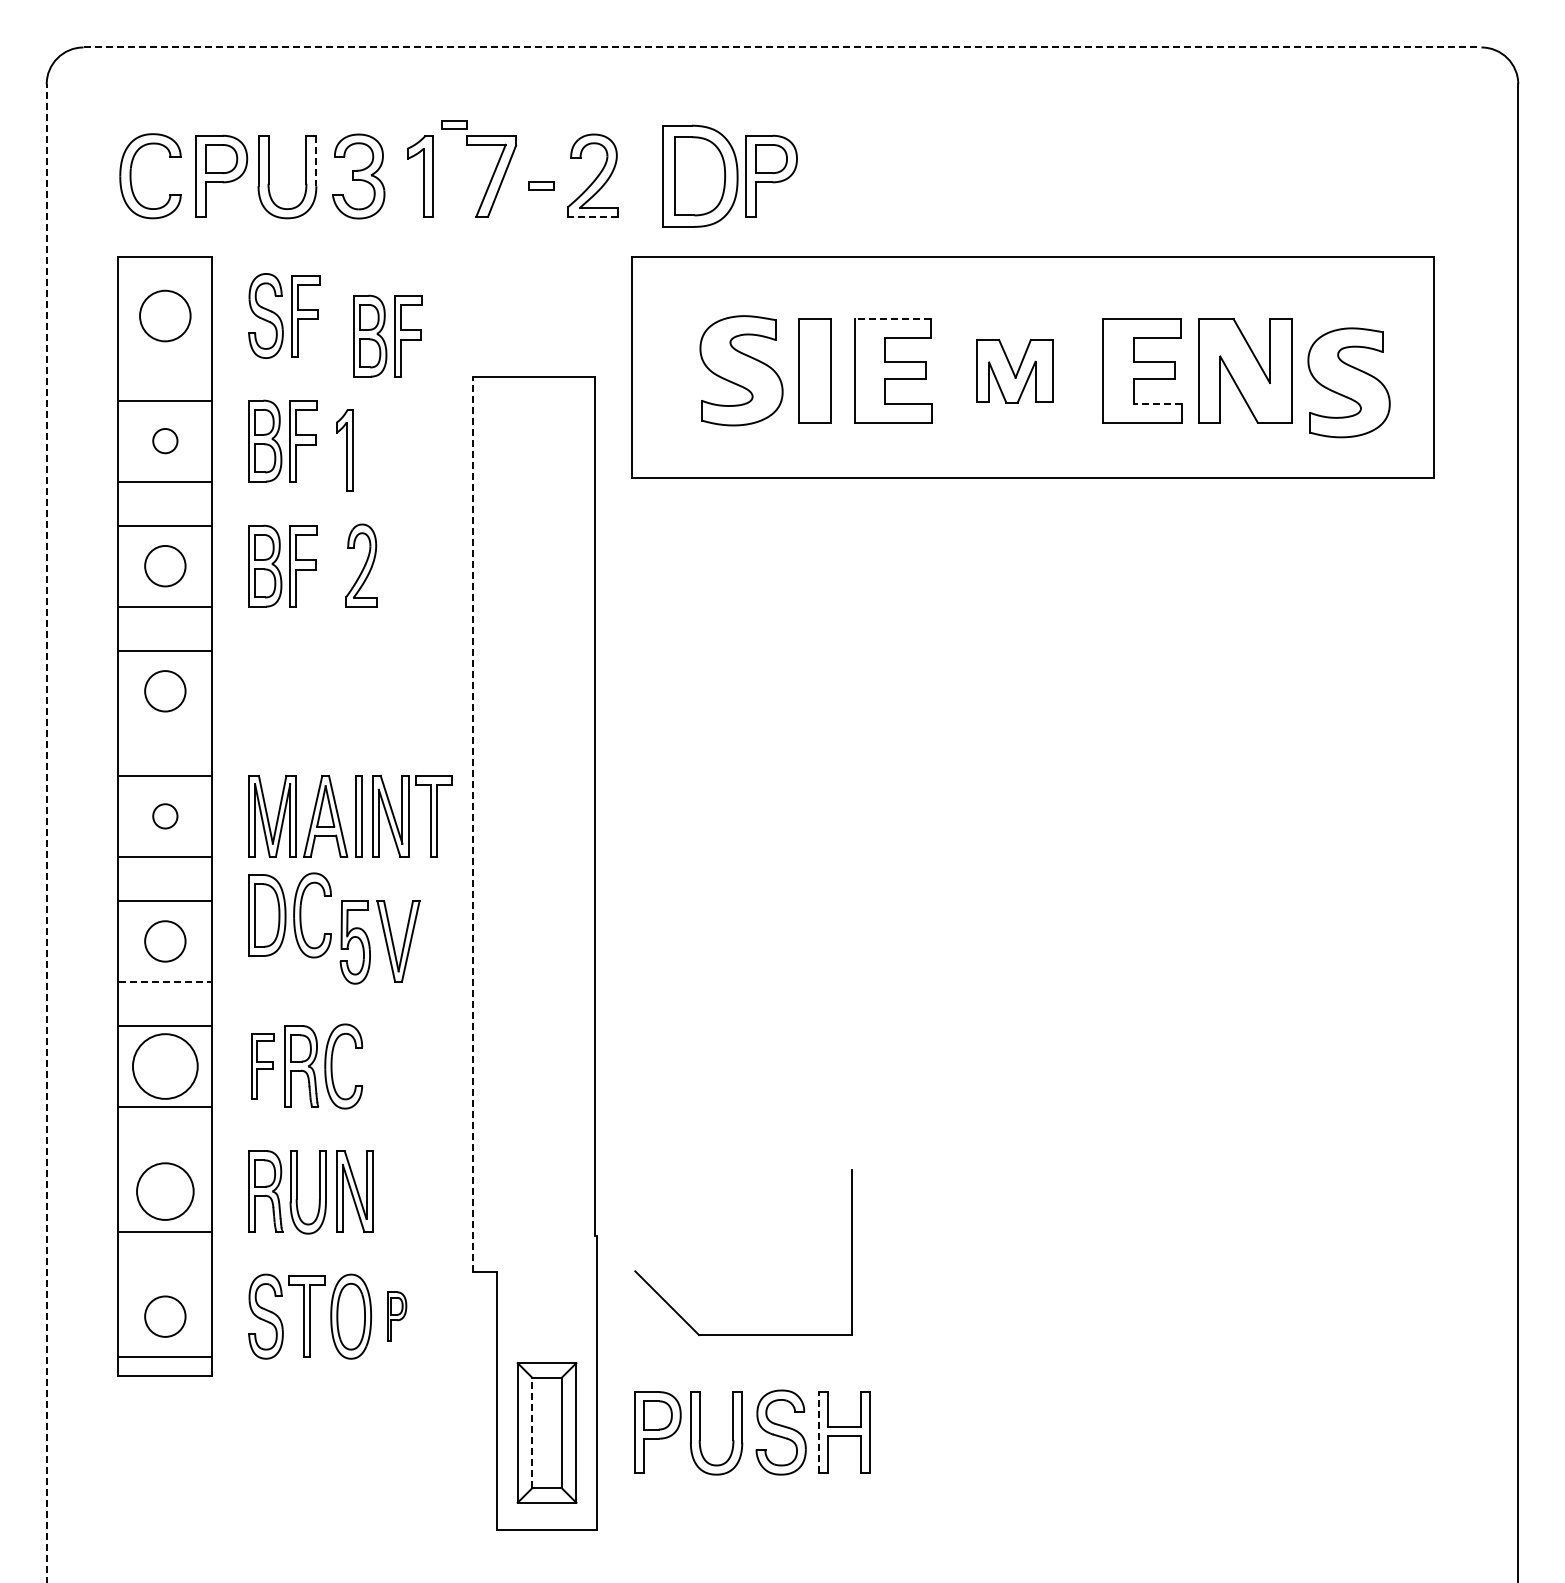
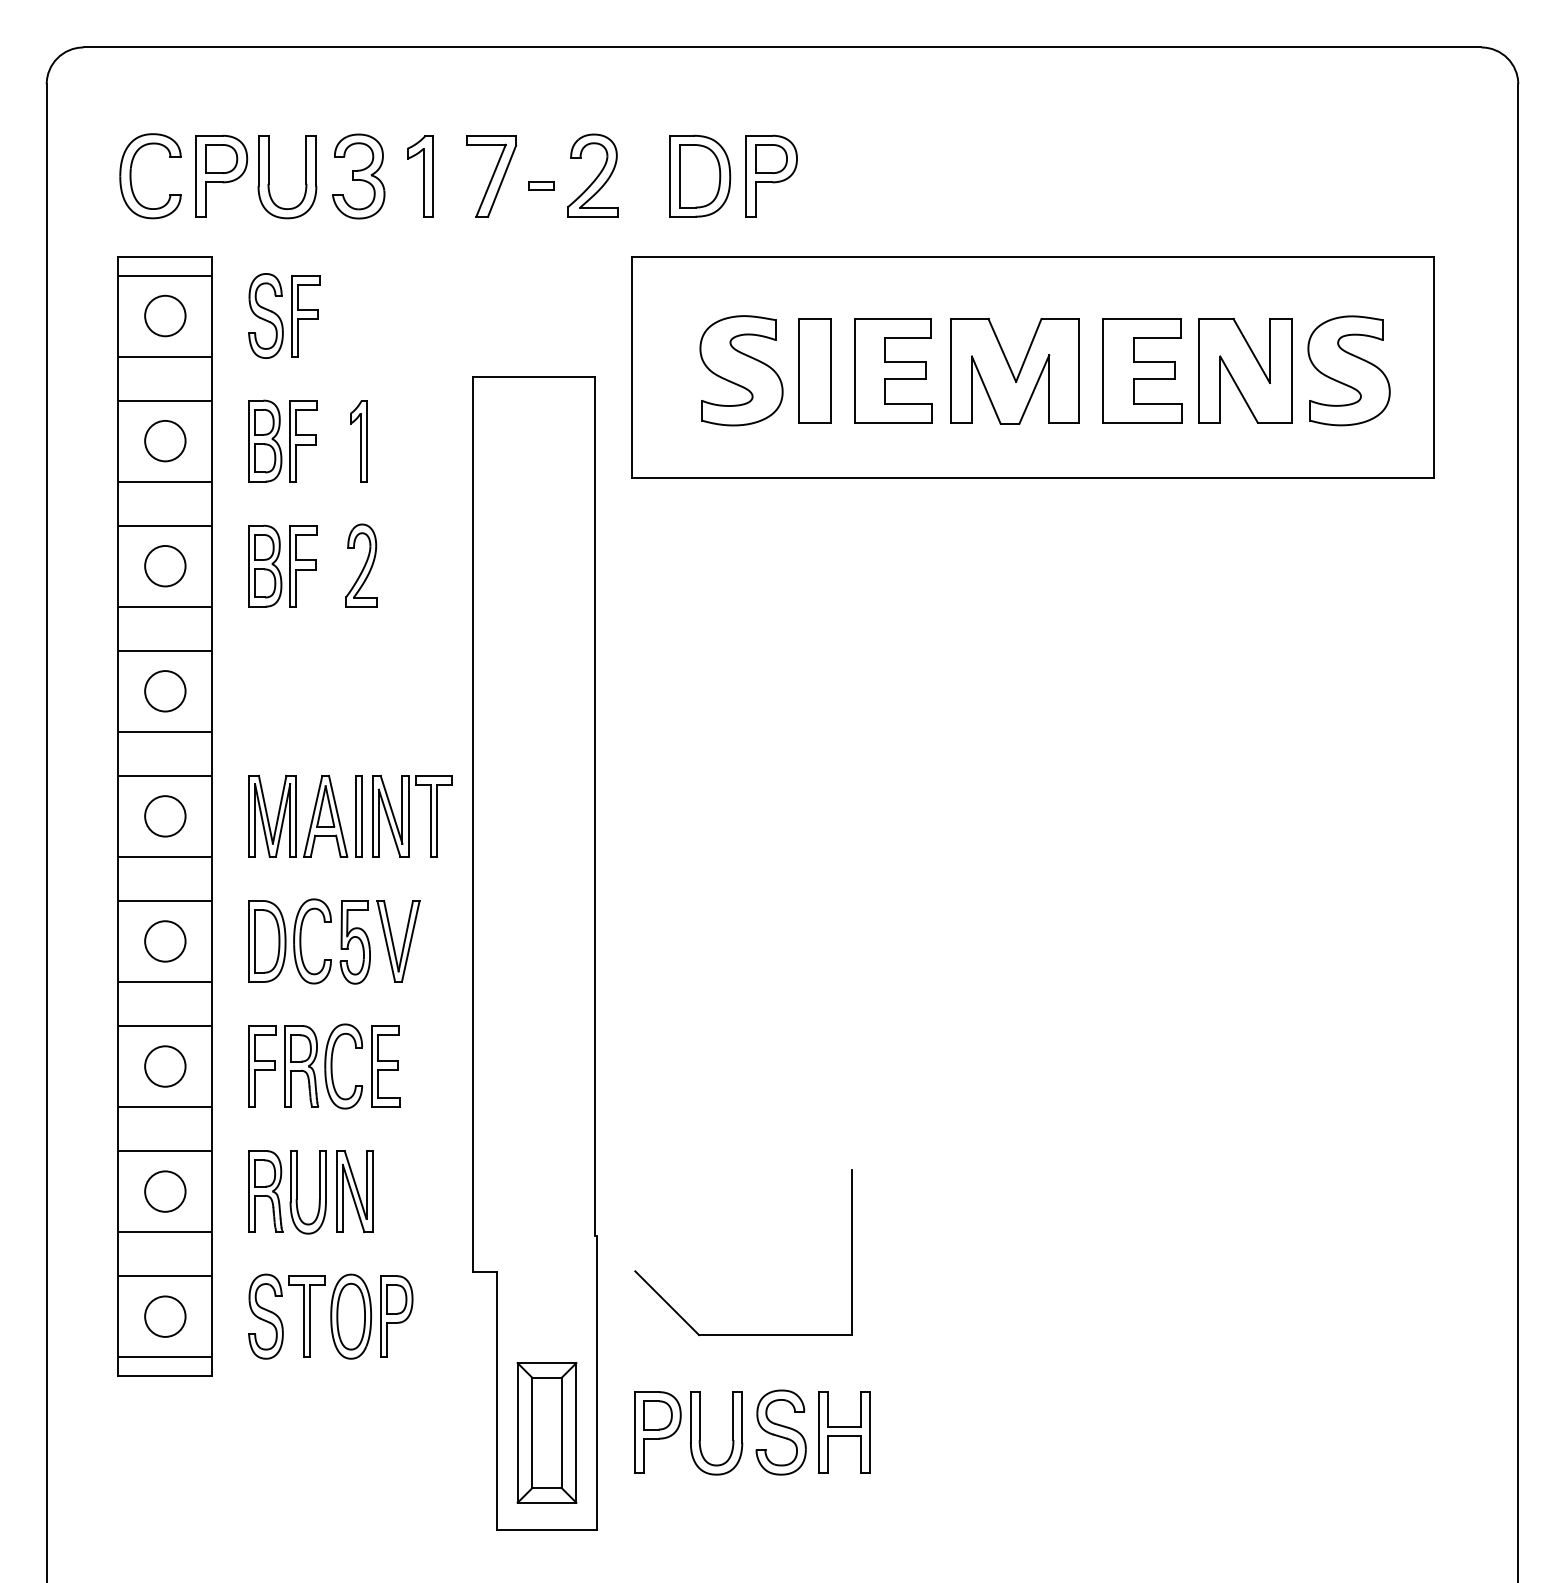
line at (782, 47): dashed -> solid
part at (454, 124): present -> none
line at (316, 161): dashed -> solid
part at (700, 175) size: 77x104 px -> 63x84 px
line at (592, 216): dashed -> solid
line at (165, 275): none -> present
circle at (165, 315) size: 53x54 px -> 43x44 px
line at (892, 318): dashed -> solid
part at (387, 335): present -> none
line at (165, 356): none -> present
part at (1014, 371) size: 78x65 px -> 130x107 px
part at (1348, 382) position: (1348, 382) -> (1348, 370)
line at (1157, 403): dashed -> solid
circle at (165, 440) diameter: 24 px -> 40 px
part at (344, 450) position: (344, 450) -> (358, 441)
line at (165, 731): none -> present
circle at (165, 816) diameter: 24 px -> 40 px
line at (473, 824): dashed -> solid
line at (46, 833): dashed -> solid
part at (289, 915) position: (289, 915) -> (289, 941)
line at (165, 981): dashed -> solid
circle at (164, 1066) diameter: 65 px -> 40 px
part at (262, 1066) size: 24x67 px -> 29x83 px
part at (385, 1066): none -> present
line at (165, 1151): none -> present
circle at (165, 1191) diameter: 57 px -> 40 px
line at (165, 1276): none -> present
part at (397, 1316) size: 21x51 px -> 34x83 px
line at (532, 1432): dashed -> solid
line at (819, 1432): dashed -> solid
